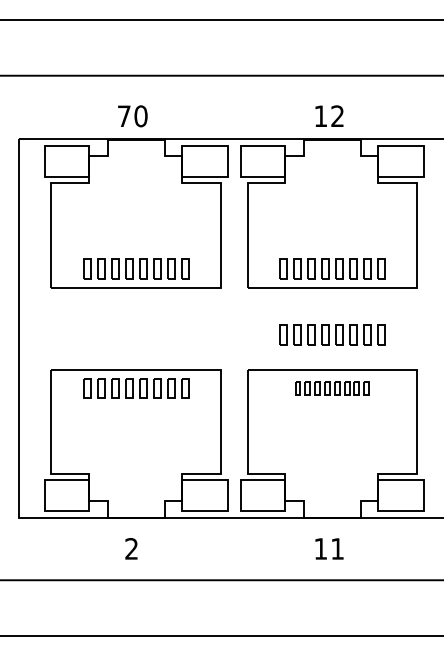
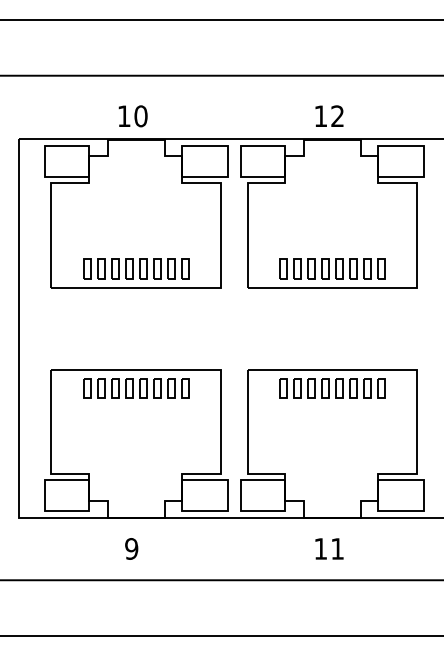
text at (124, 115): 70 -> 10
part at (332, 334): present -> none
part at (332, 388) size: 75x15 px -> 107x21 px
text at (131, 548): 2 -> 9
